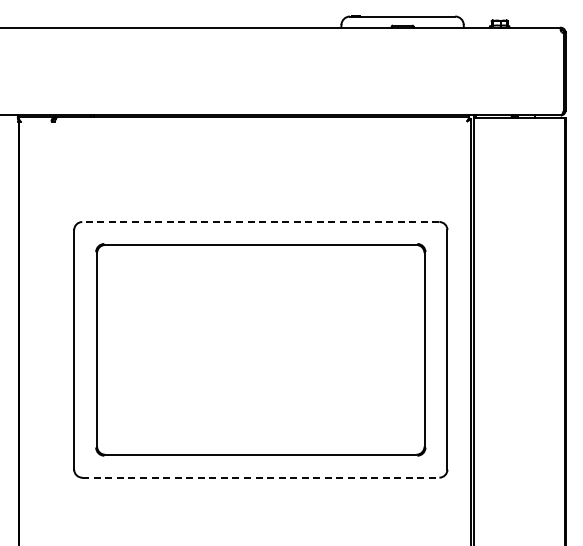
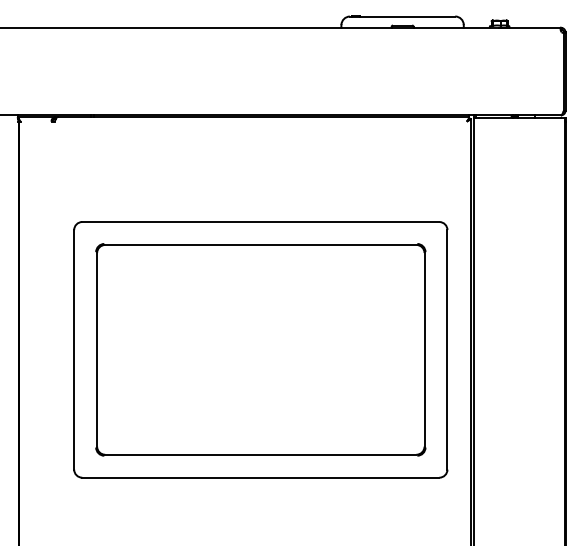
line at (260, 222): dashed -> solid
line at (260, 477): dashed -> solid
